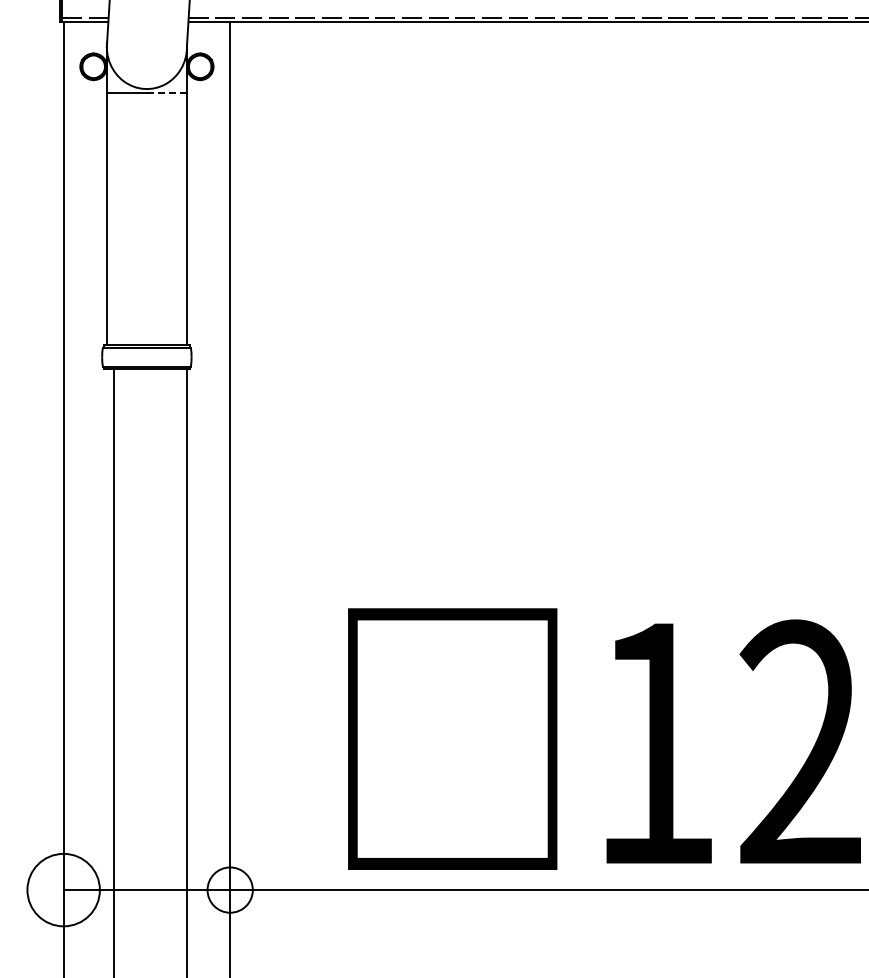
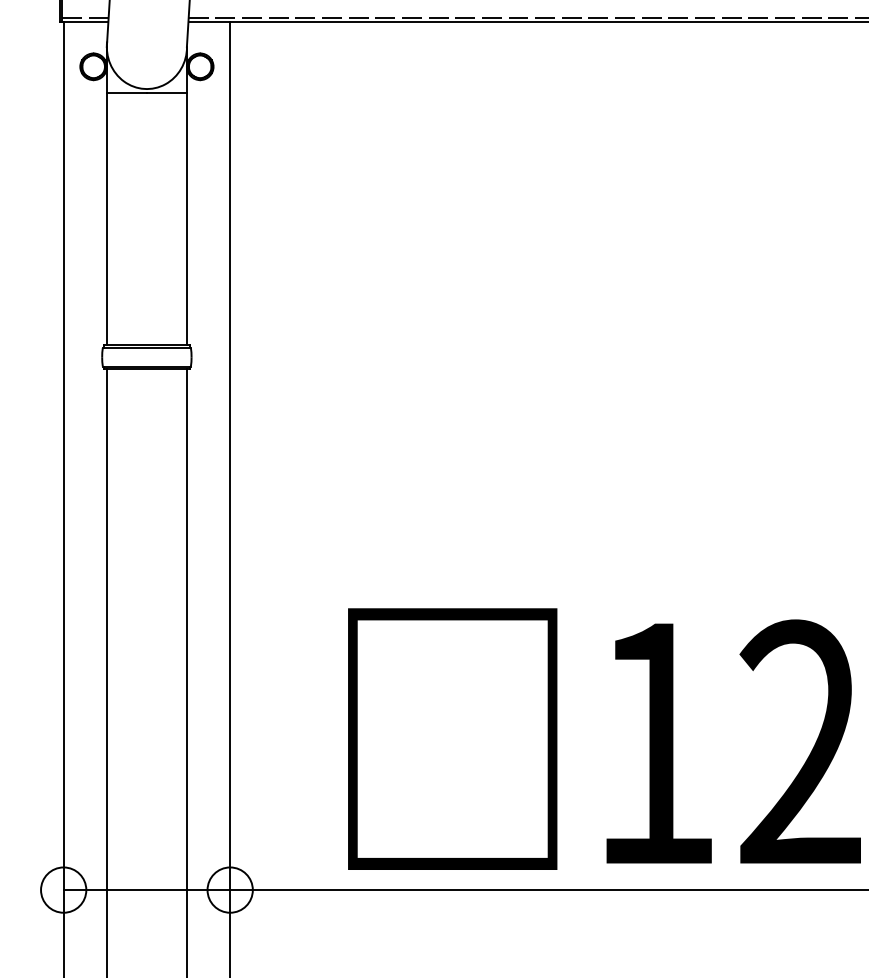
line at (166, 93): dashed -> solid
line at (113, 671) position: (113, 671) -> (106, 671)
circle at (63, 889) diameter: 72 px -> 45 px
